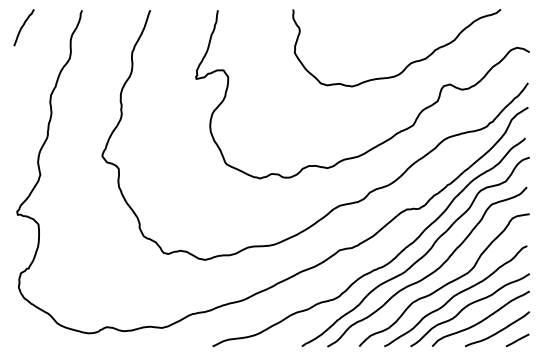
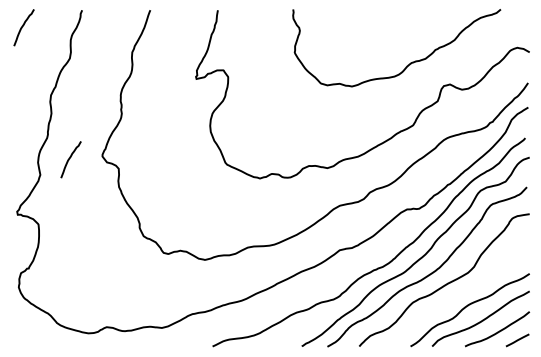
curve at (70, 158): none -> present
curve at (455, 296): present -> none
